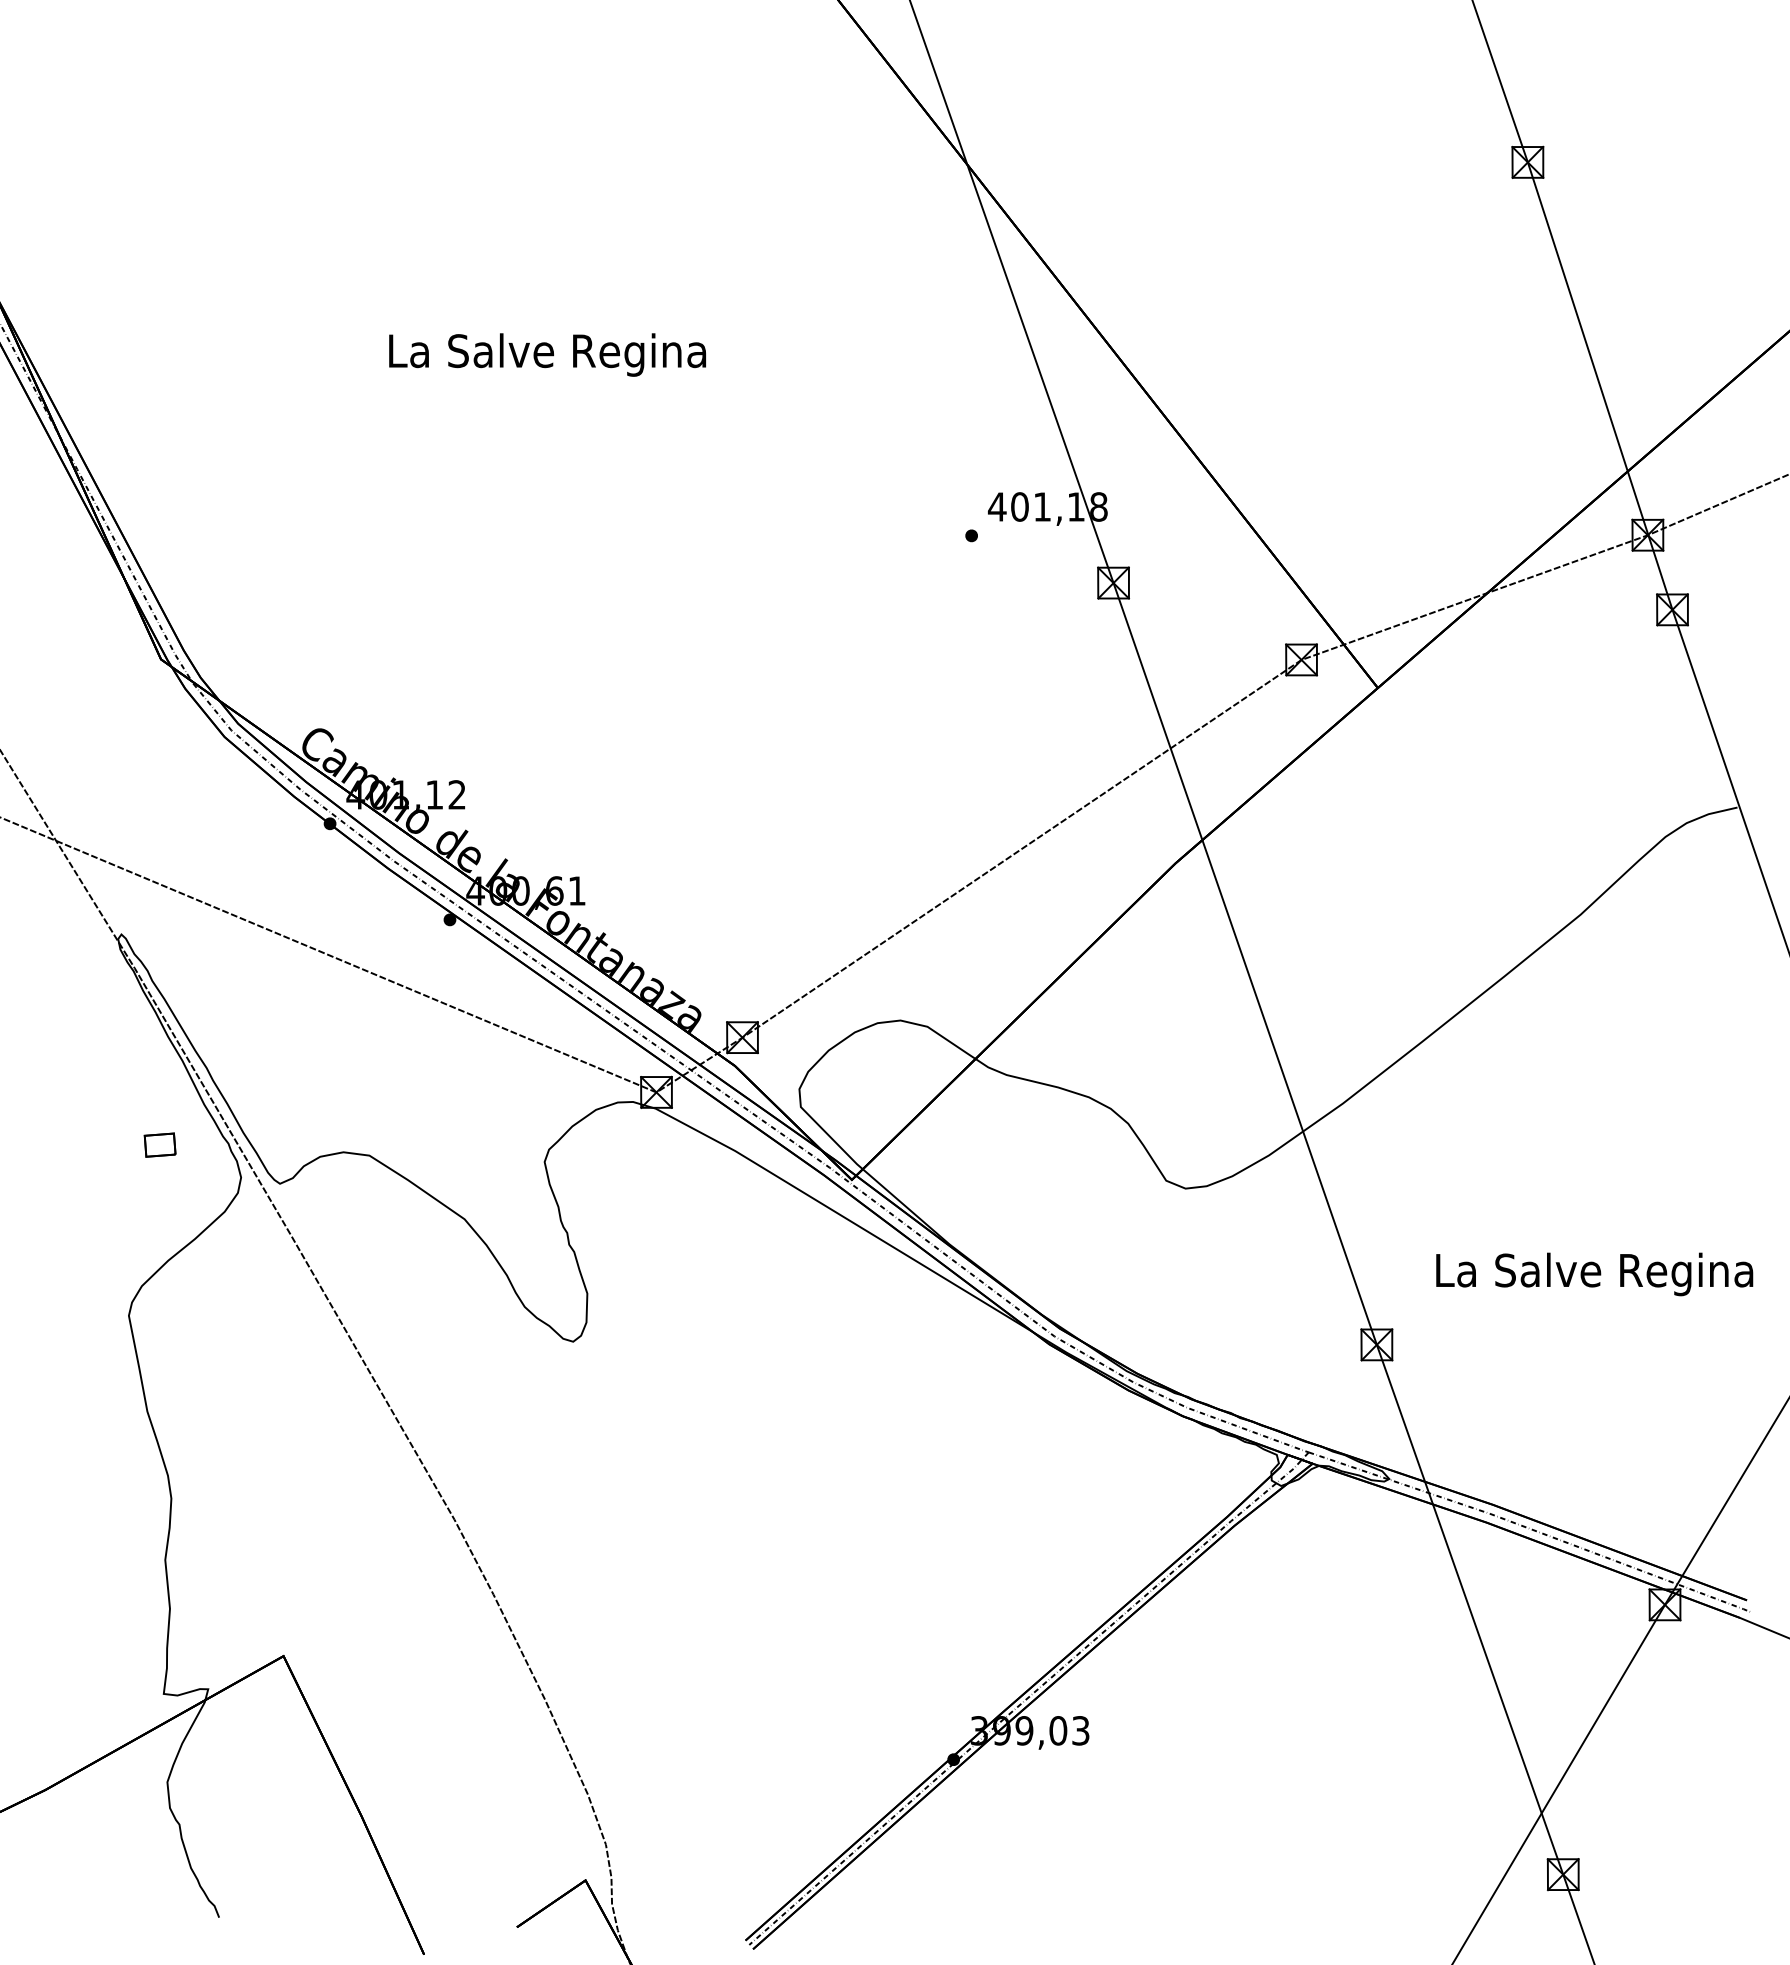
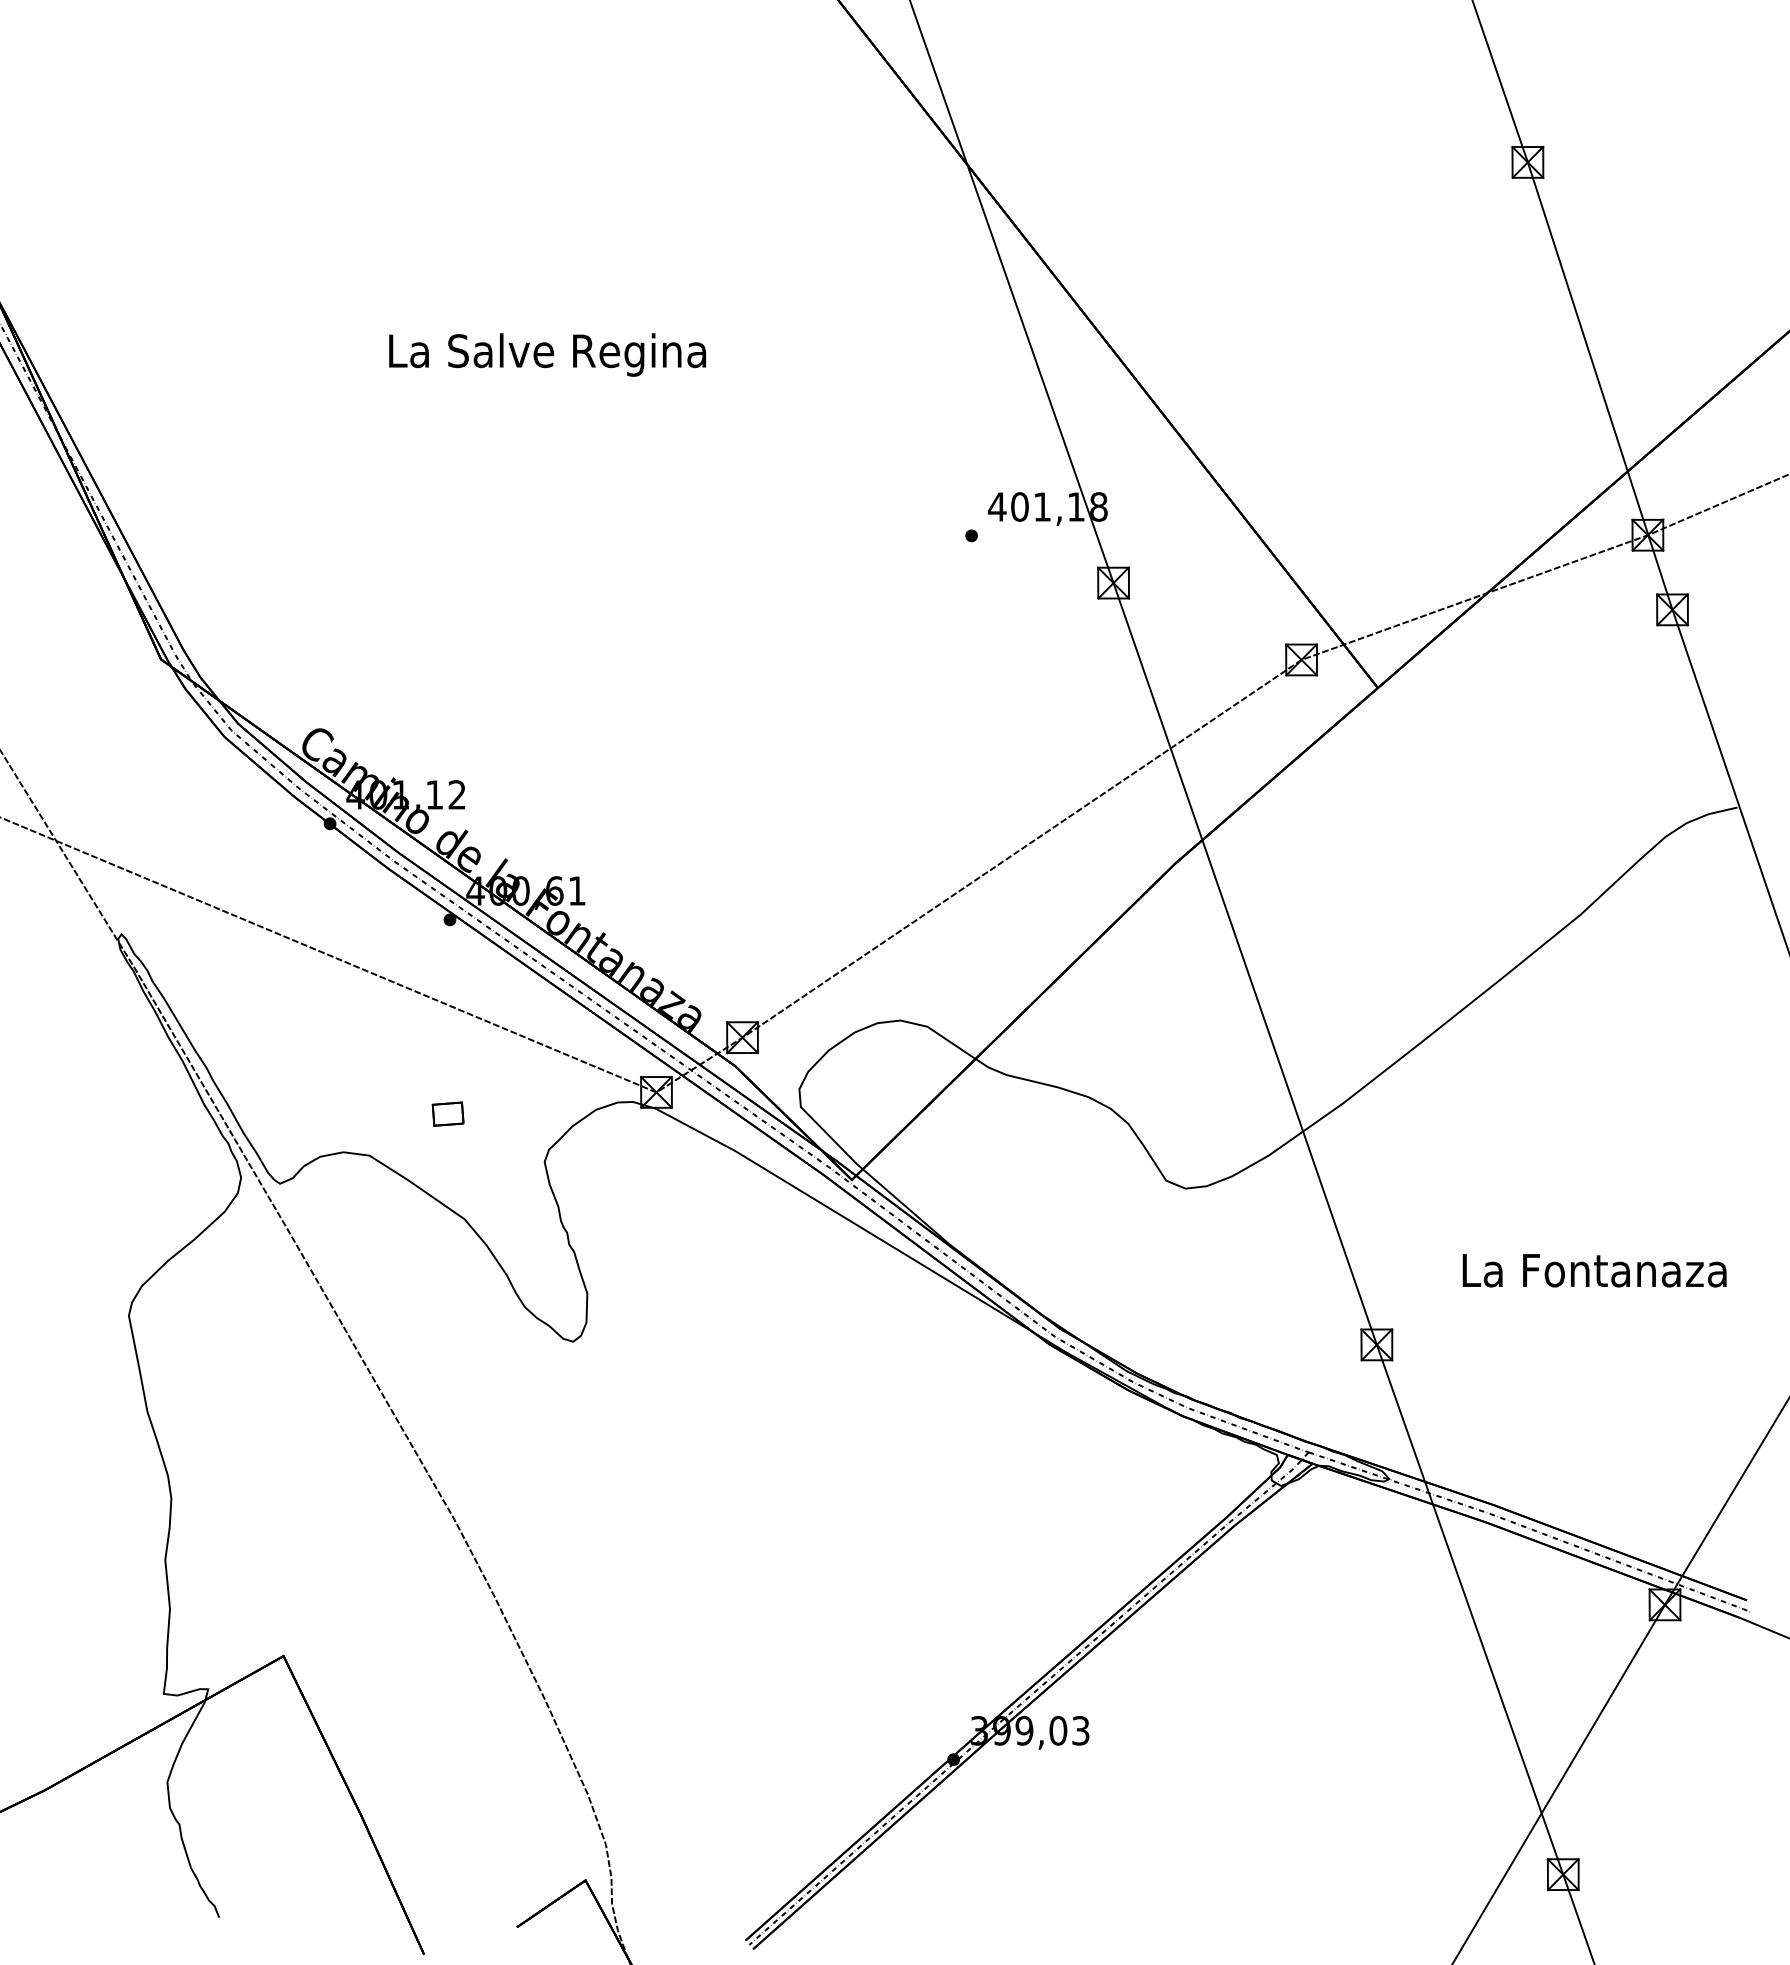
part at (159, 1144) position: (159, 1144) -> (447, 1113)
text at (1594, 1274): La Salve Regina -> La Fontanaza
